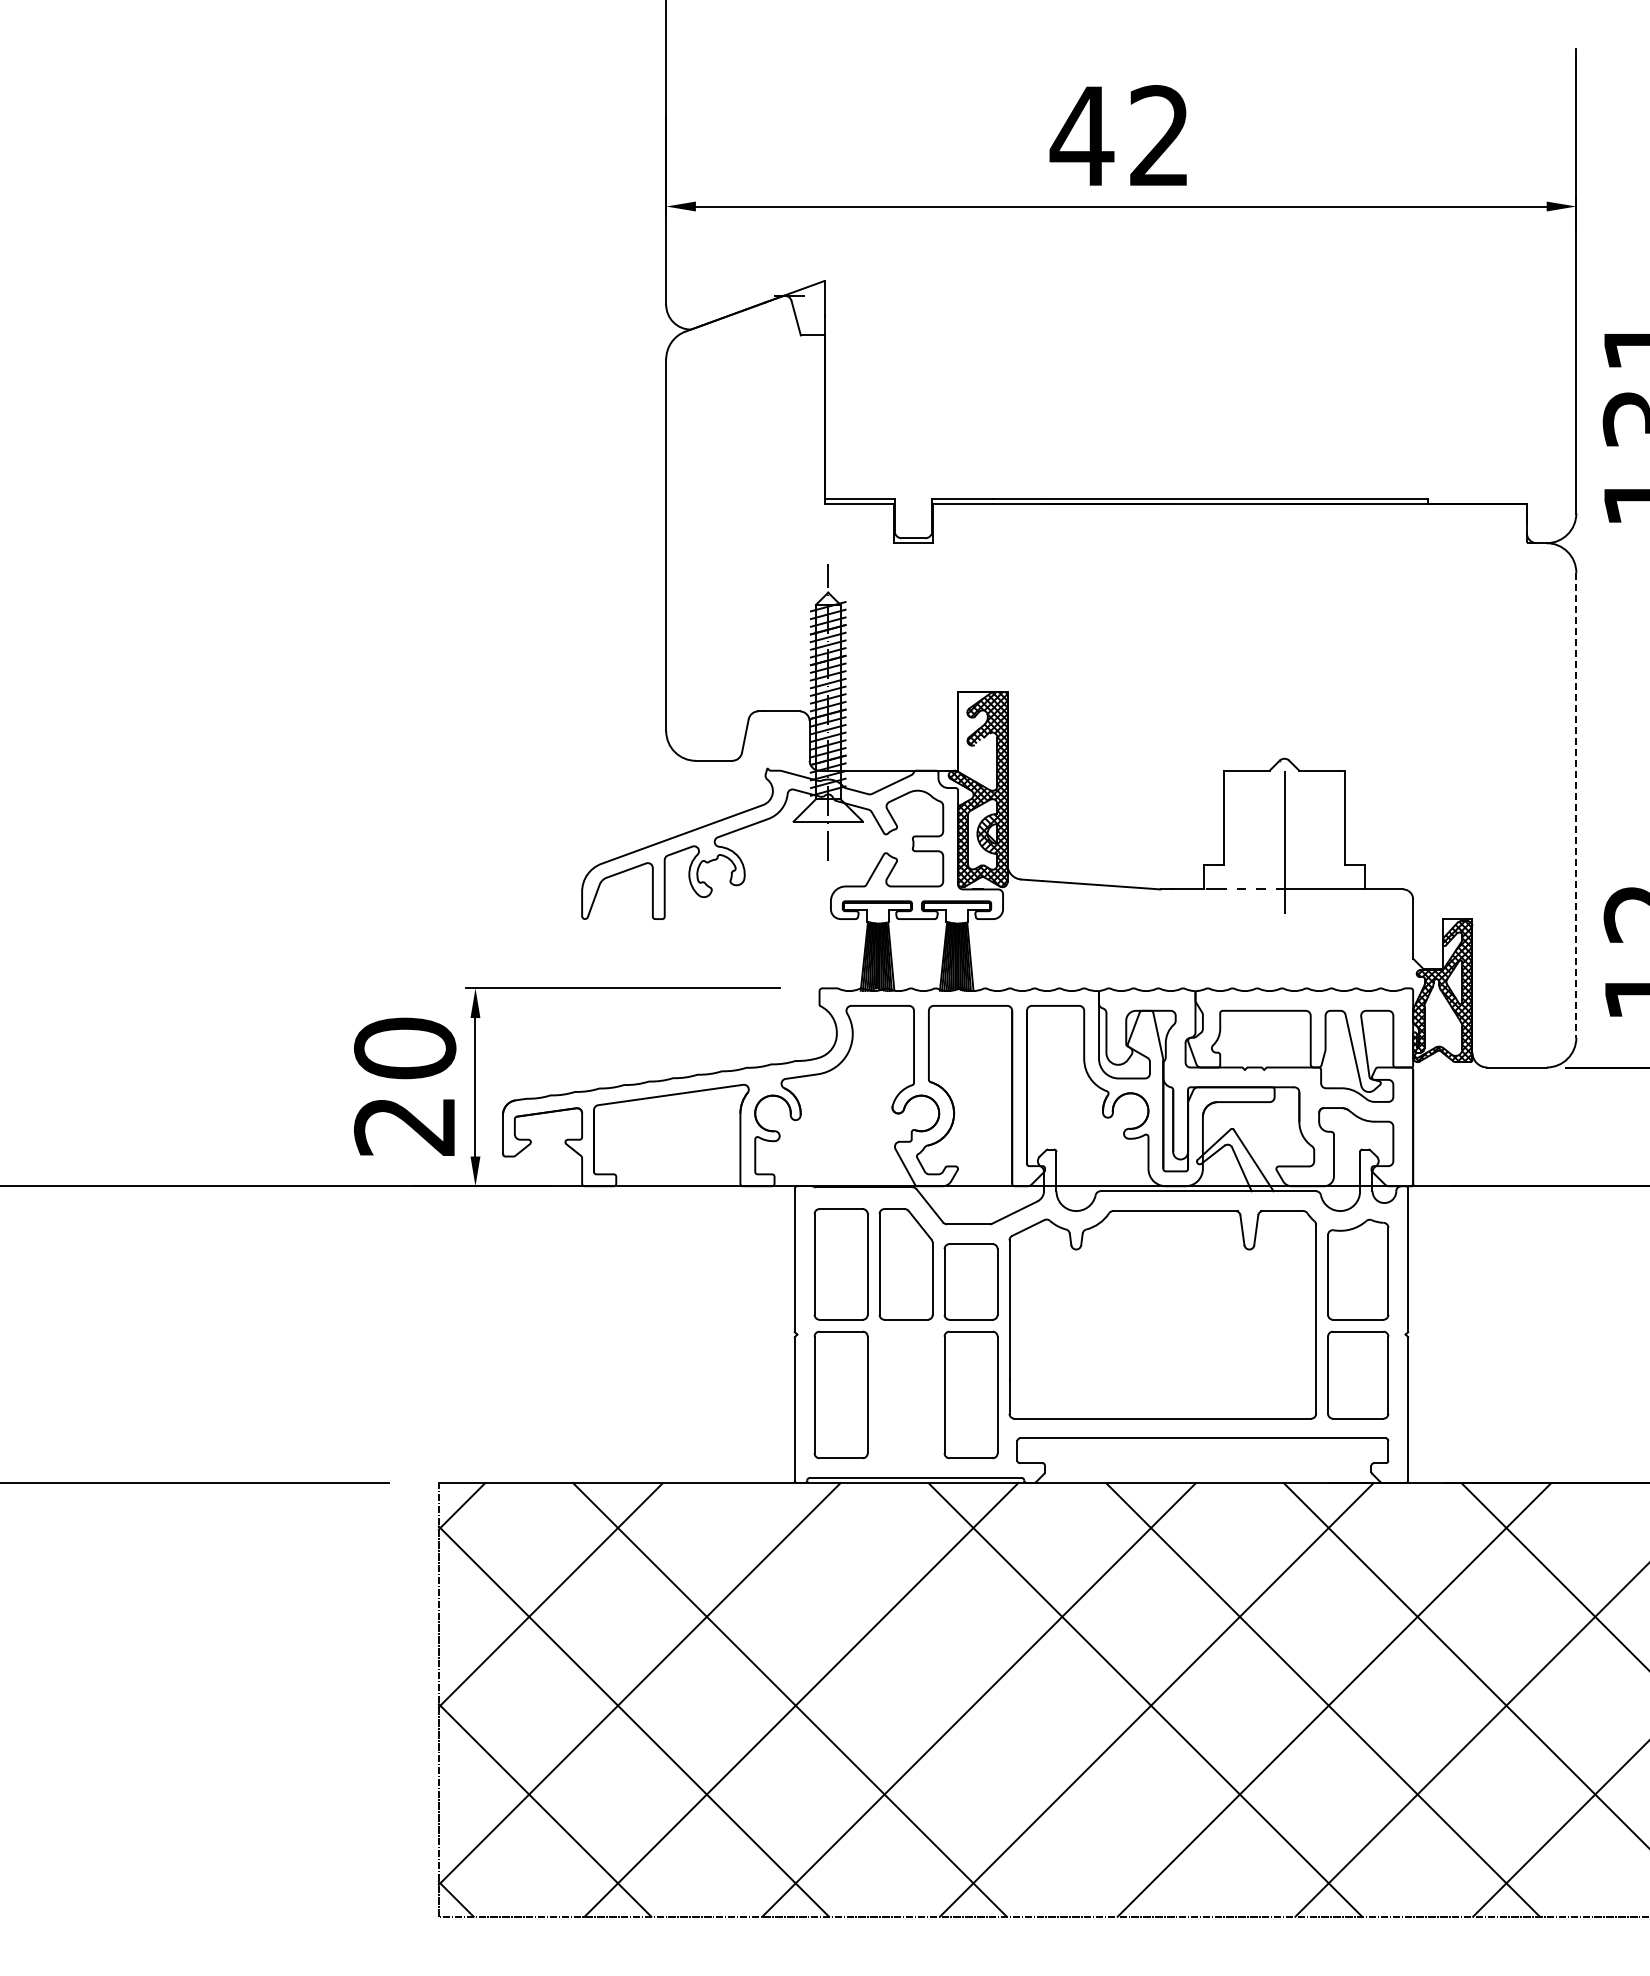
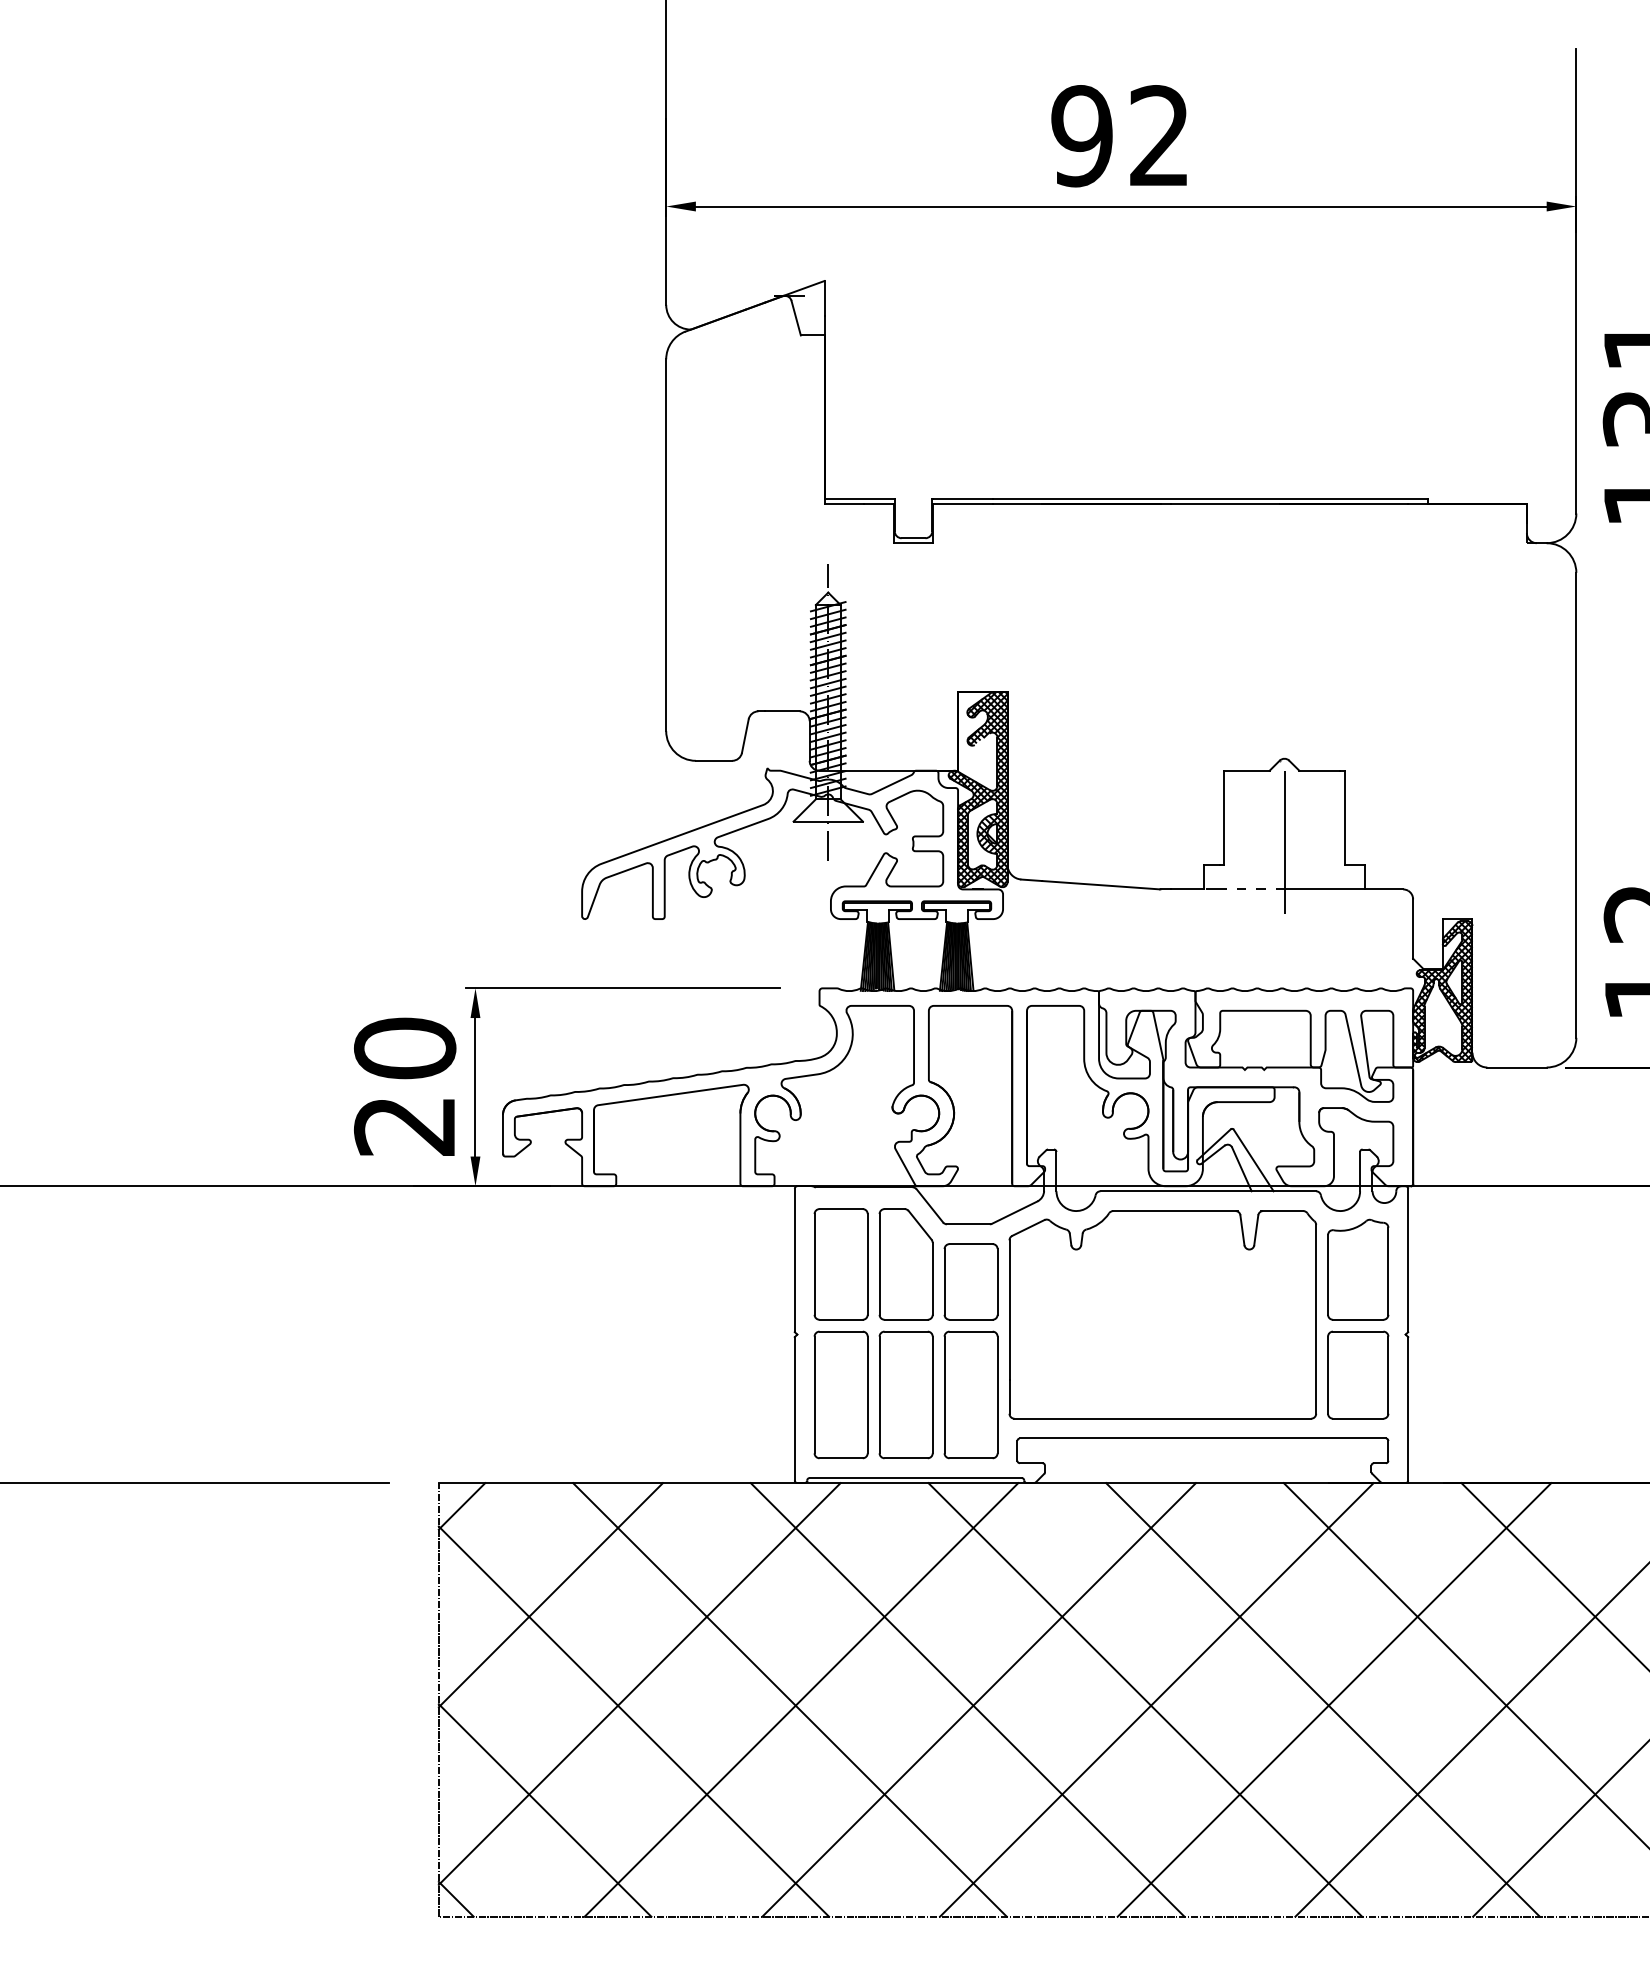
text at (1081, 136): 42 -> 92
line at (1576, 805): dashed -> solid
part at (905, 1394): none -> present
line at (967, 1699): none -> present
